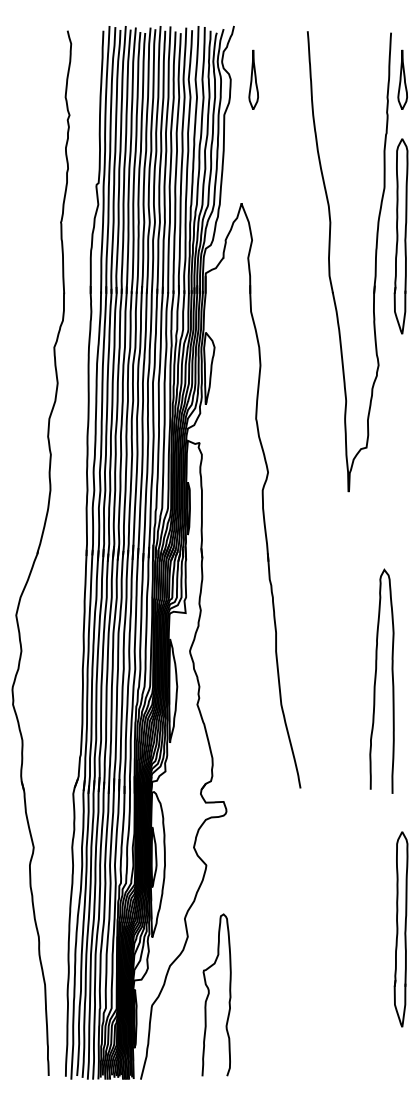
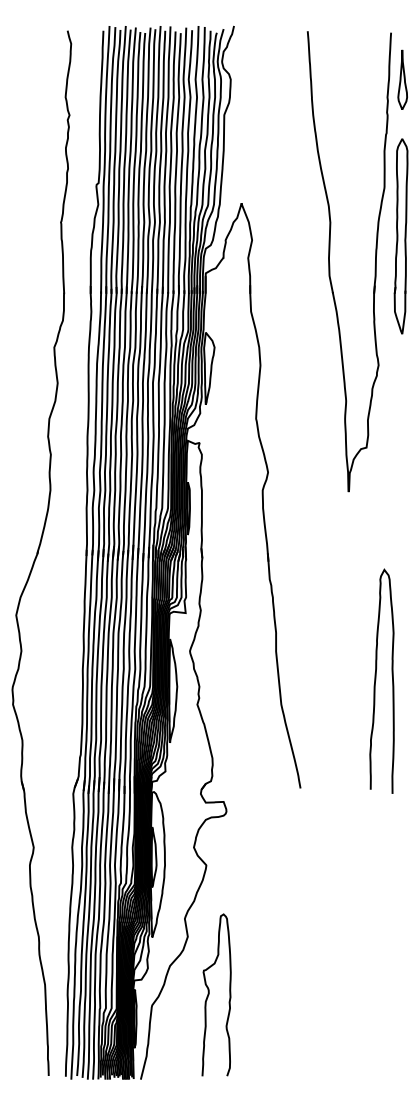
part at (253, 79): present -> none
part at (400, 929): present -> none
